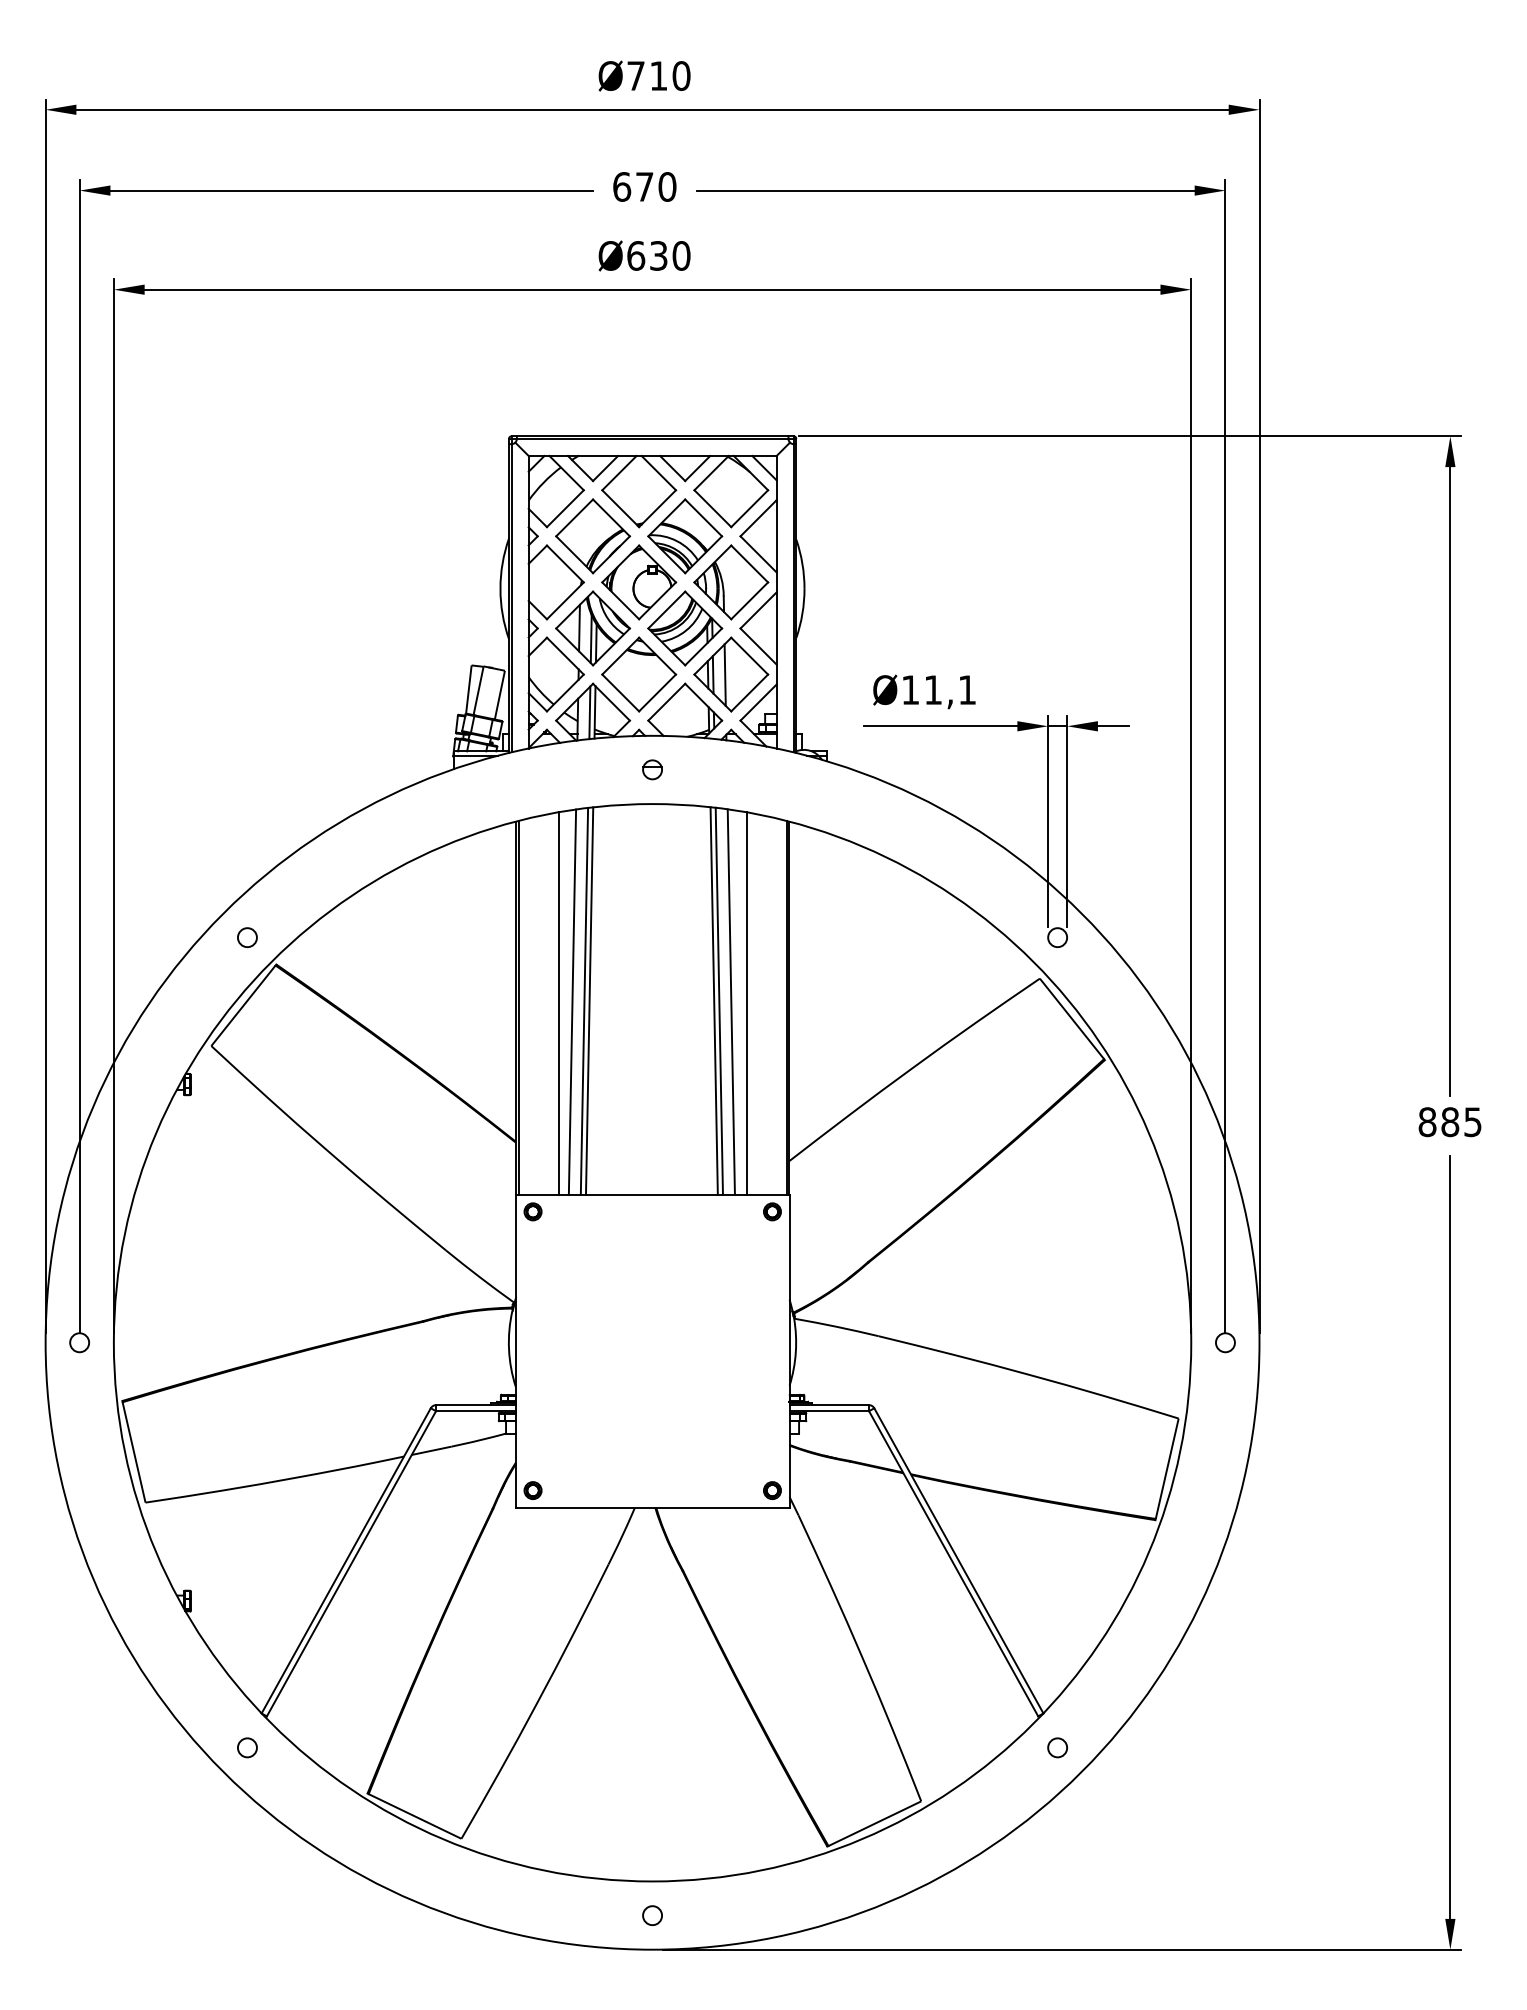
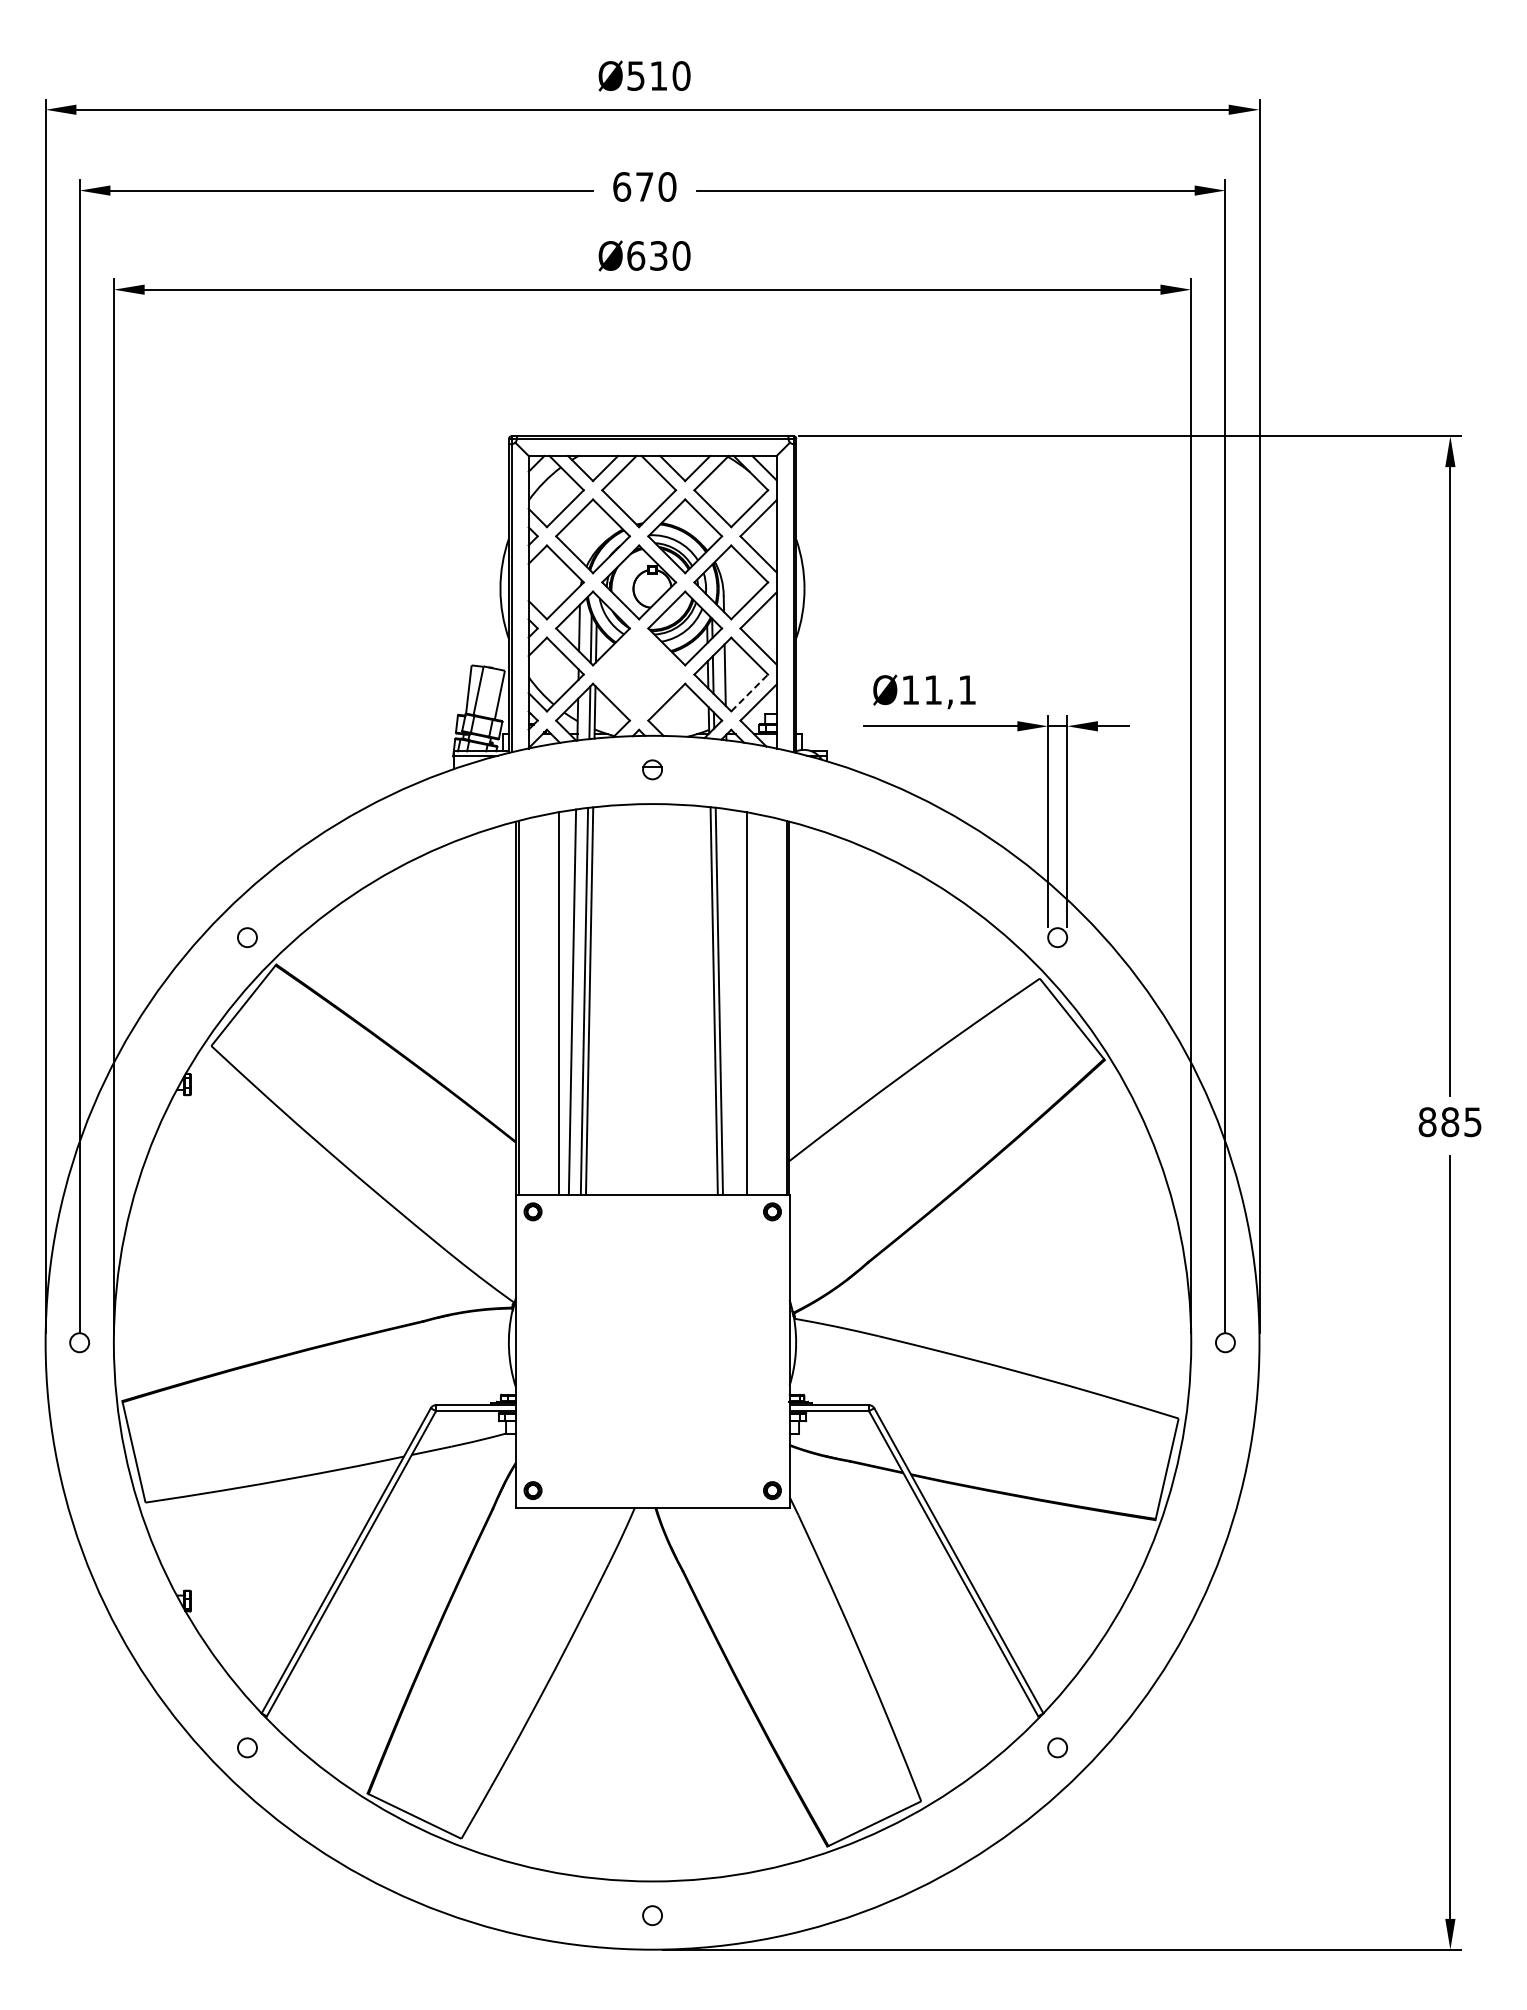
text at (635, 75): Ø710 -> Ø510
part at (639, 674): present -> none
line at (750, 692): solid -> dashed
line at (730, 1001): present -> none
